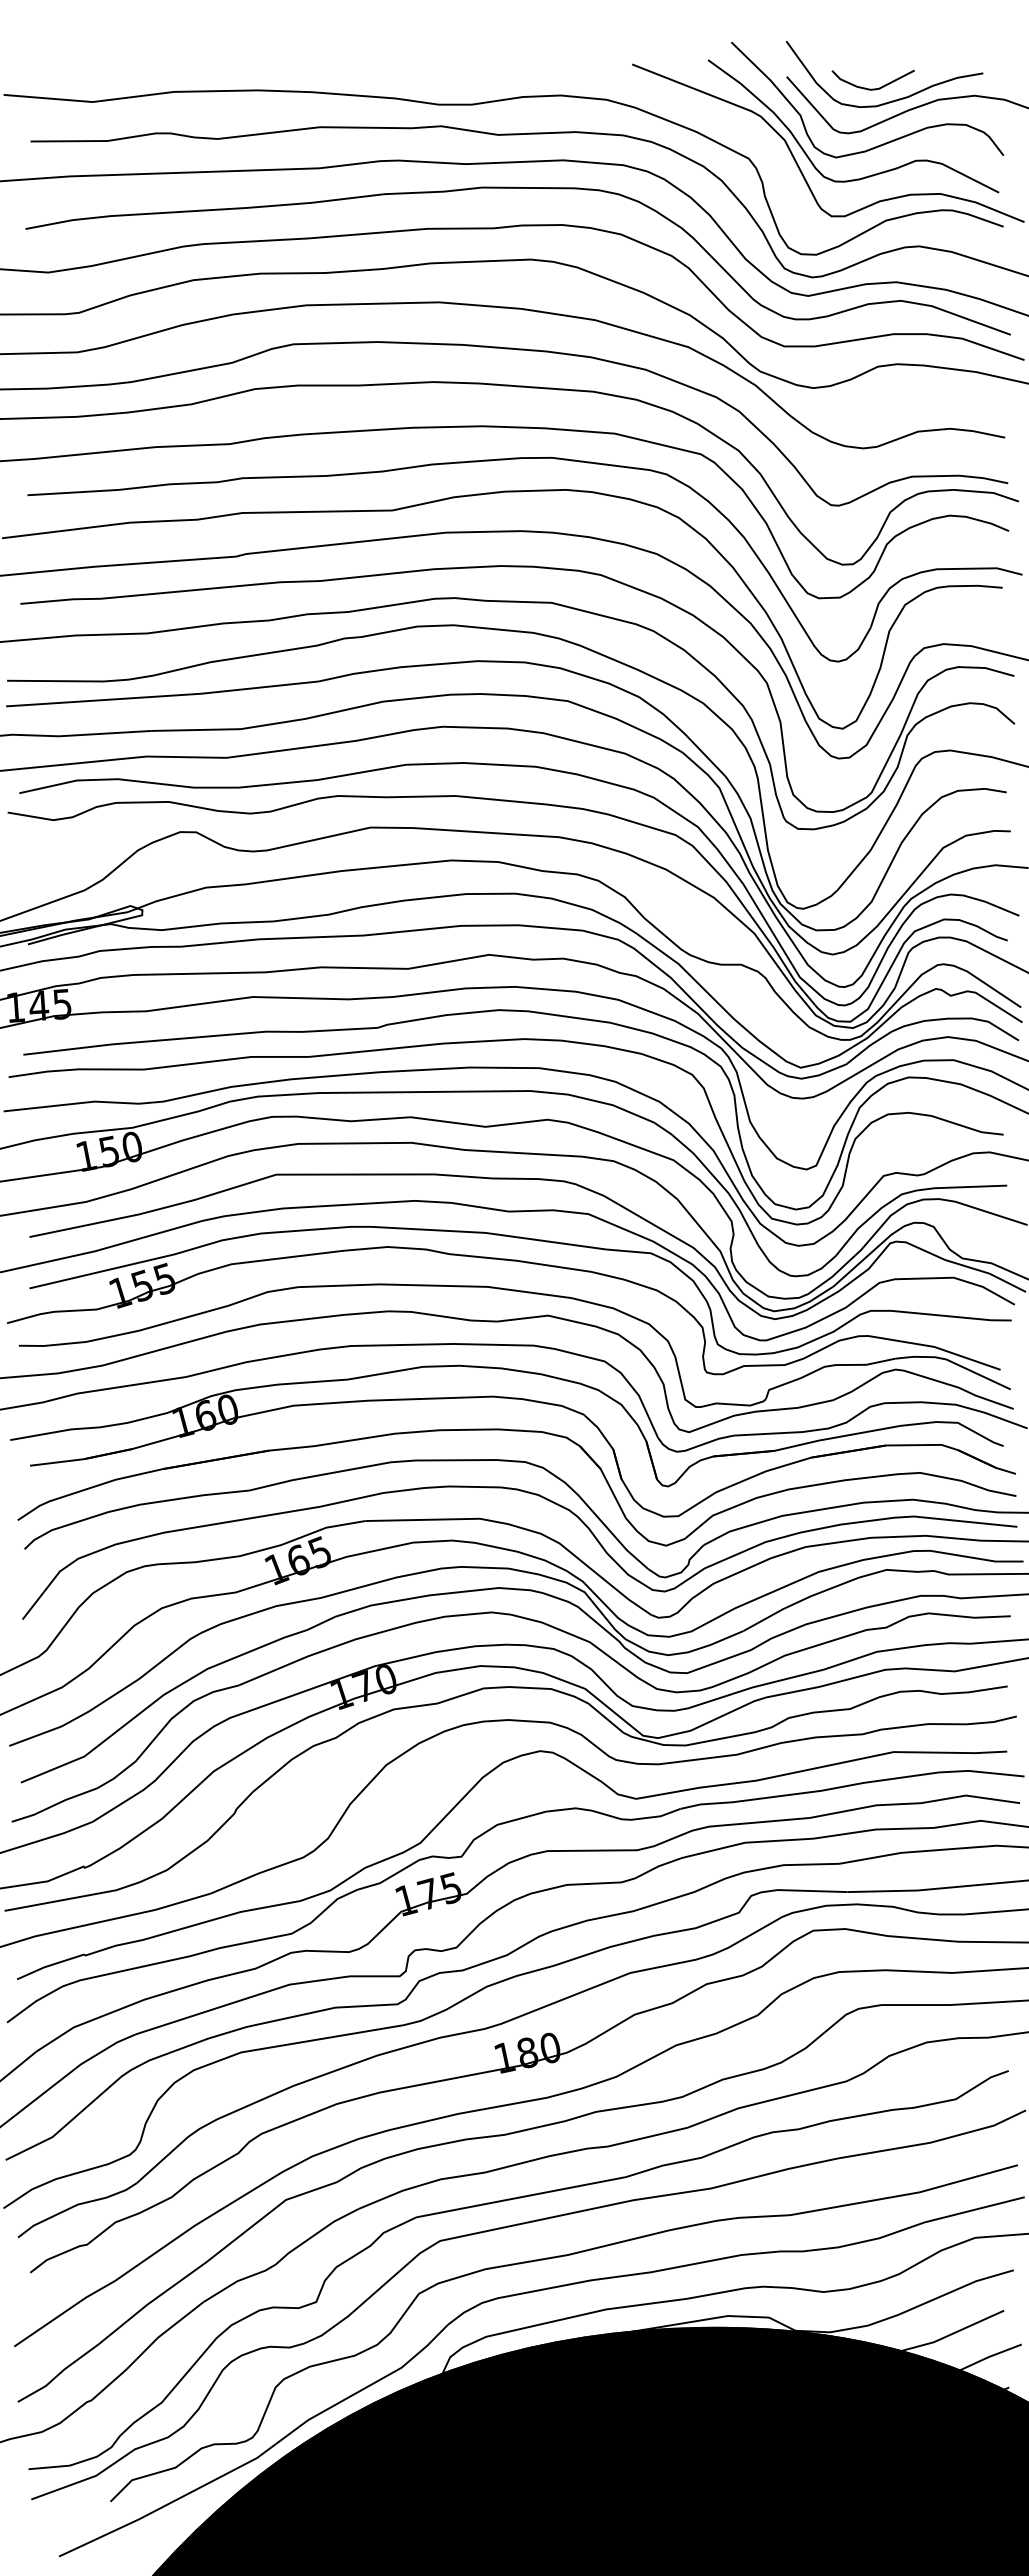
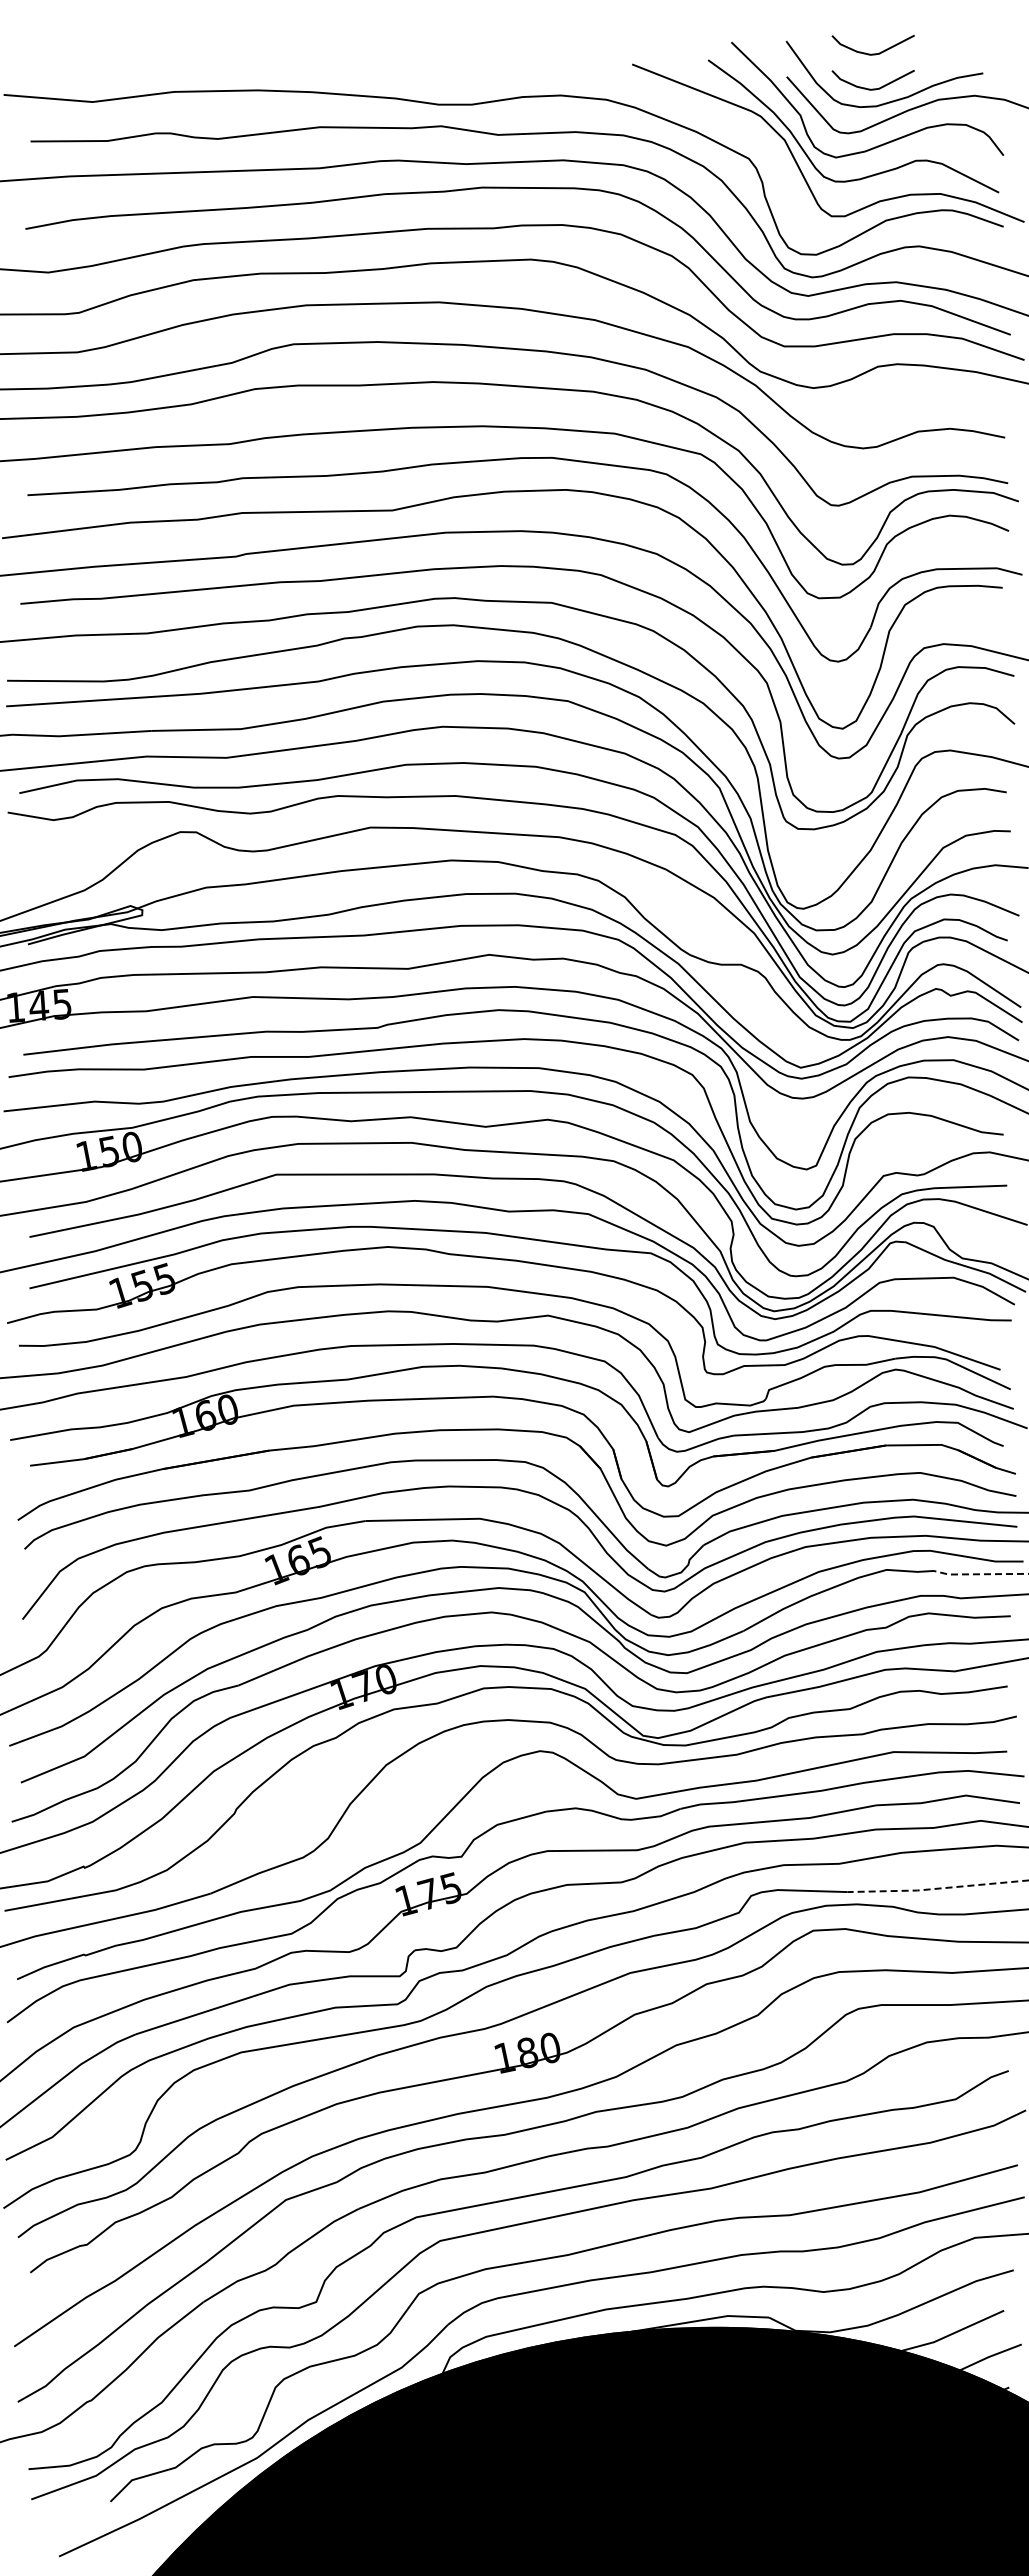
curve at (872, 53): none -> present
line at (979, 1574): solid -> dashed
line at (936, 1888): solid -> dashed
